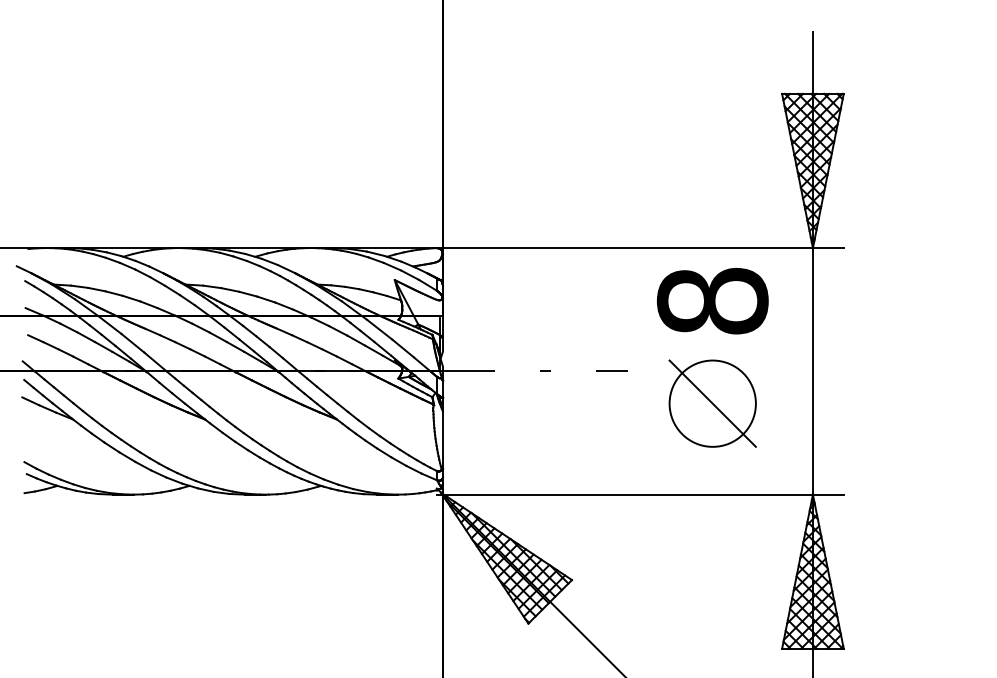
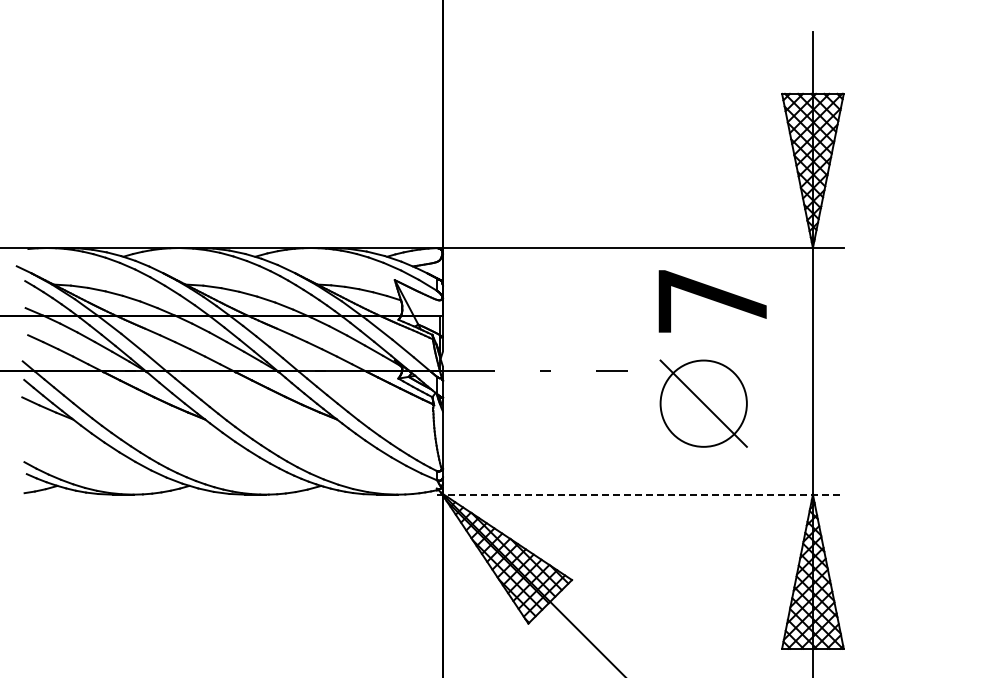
text at (712, 300): 8 -> 7
part at (712, 403) position: (712, 403) -> (703, 403)
line at (640, 494): solid -> dashed
